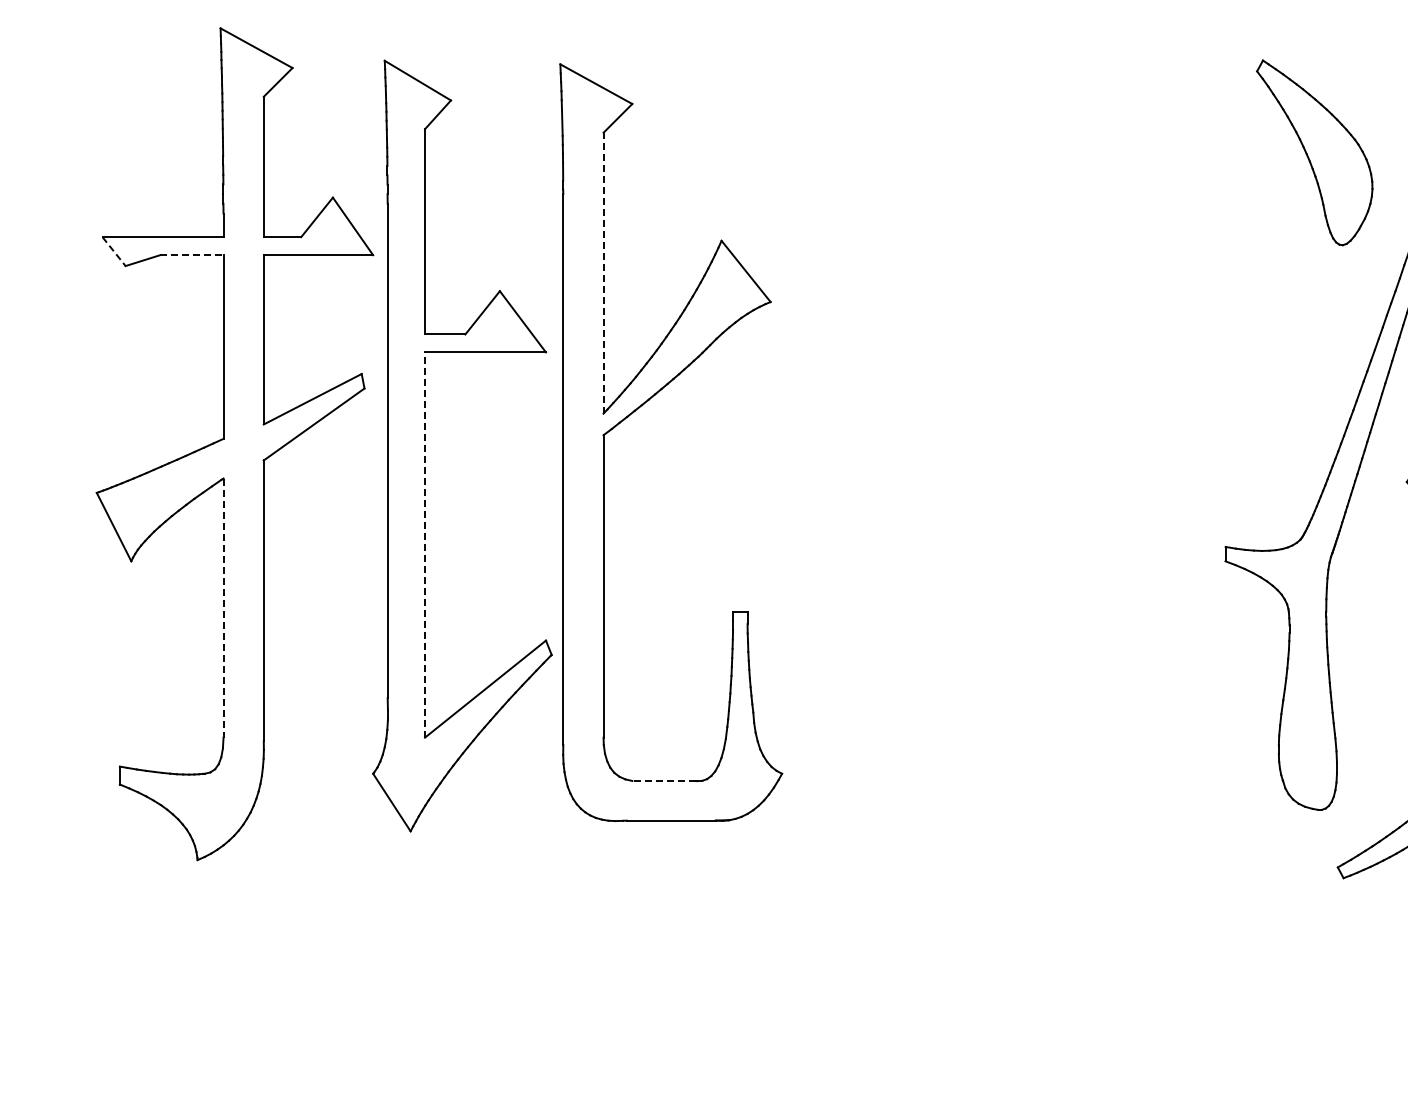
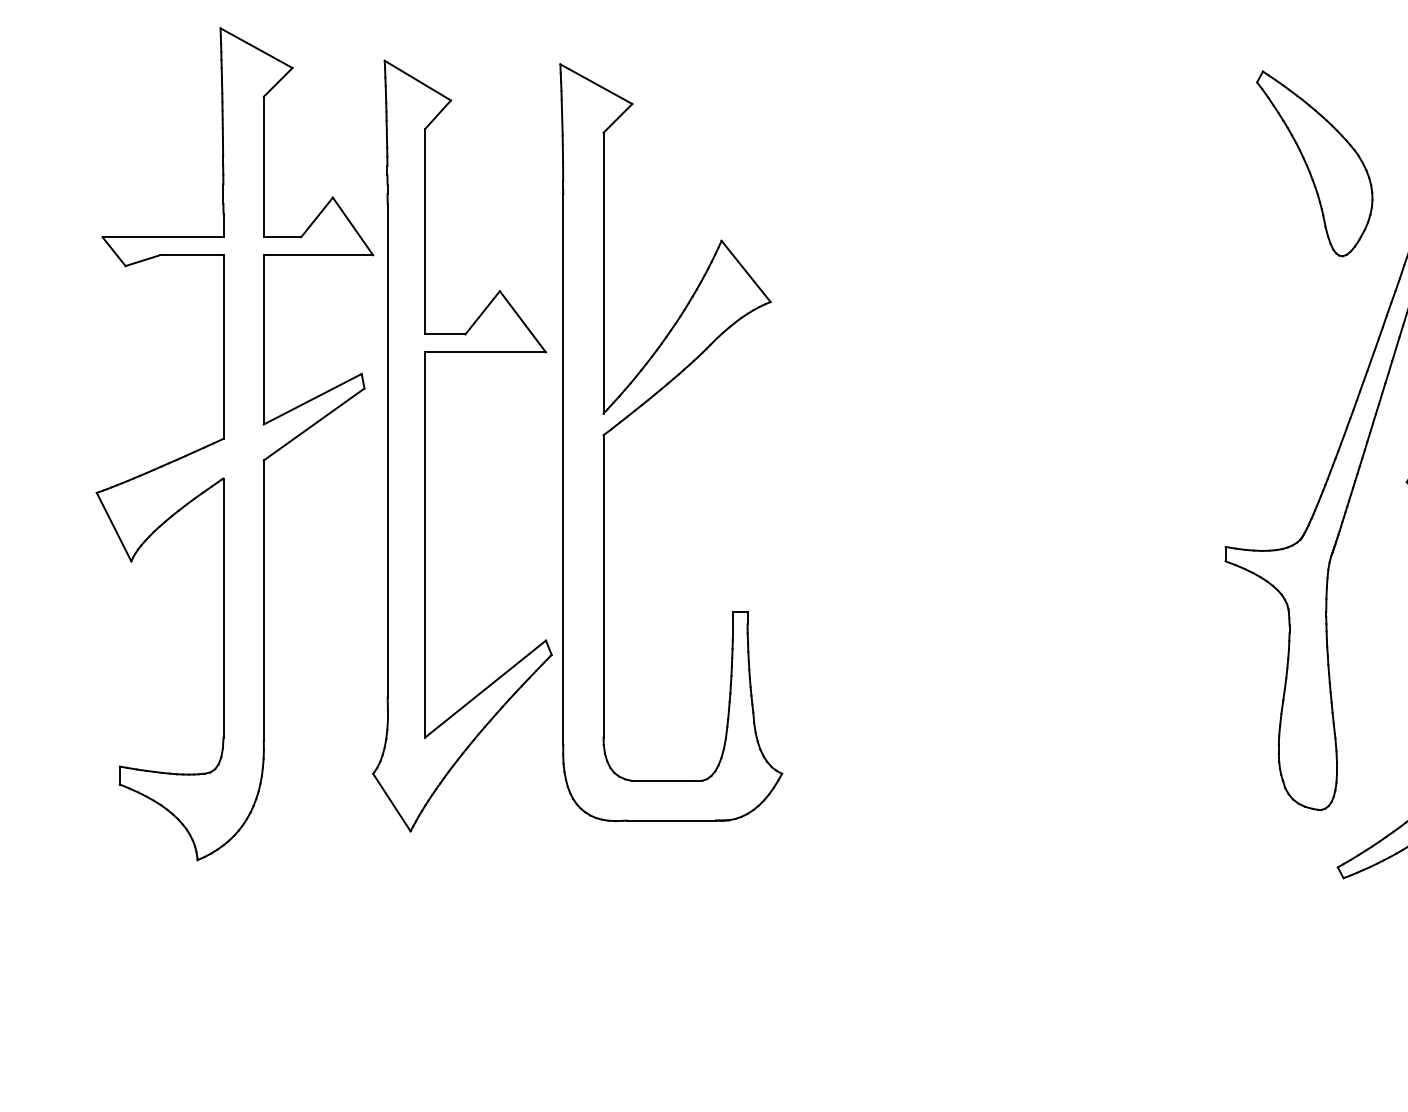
part at (1314, 152) position: (1314, 152) -> (1314, 163)
line at (114, 252): dashed -> solid
line at (191, 255): dashed -> solid
line at (603, 272): dashed -> solid
line at (425, 545): dashed -> solid
line at (223, 608): dashed -> solid
line at (664, 780): dashed -> solid
